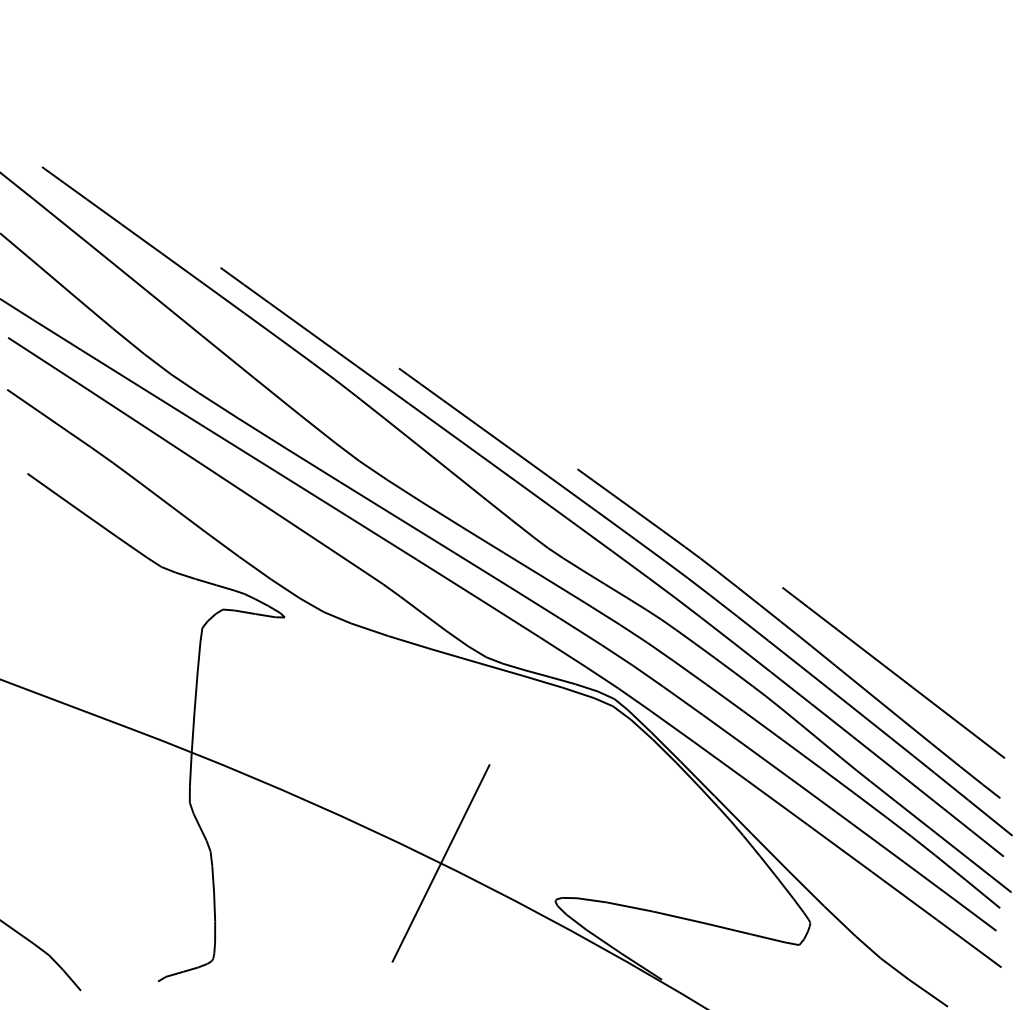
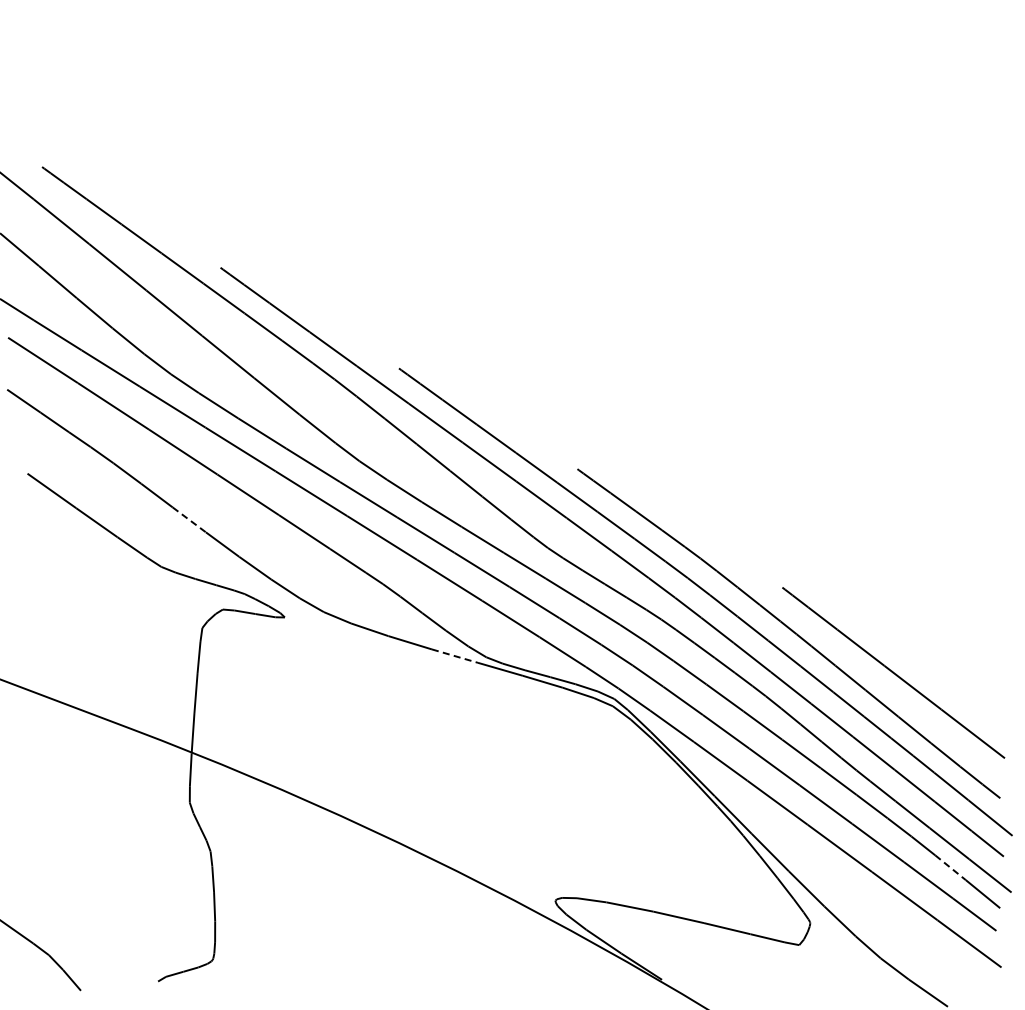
line at (189, 519): solid -> dashed
line at (454, 656): solid -> dashed
line at (440, 863): present -> none
line at (950, 867): solid -> dashed
